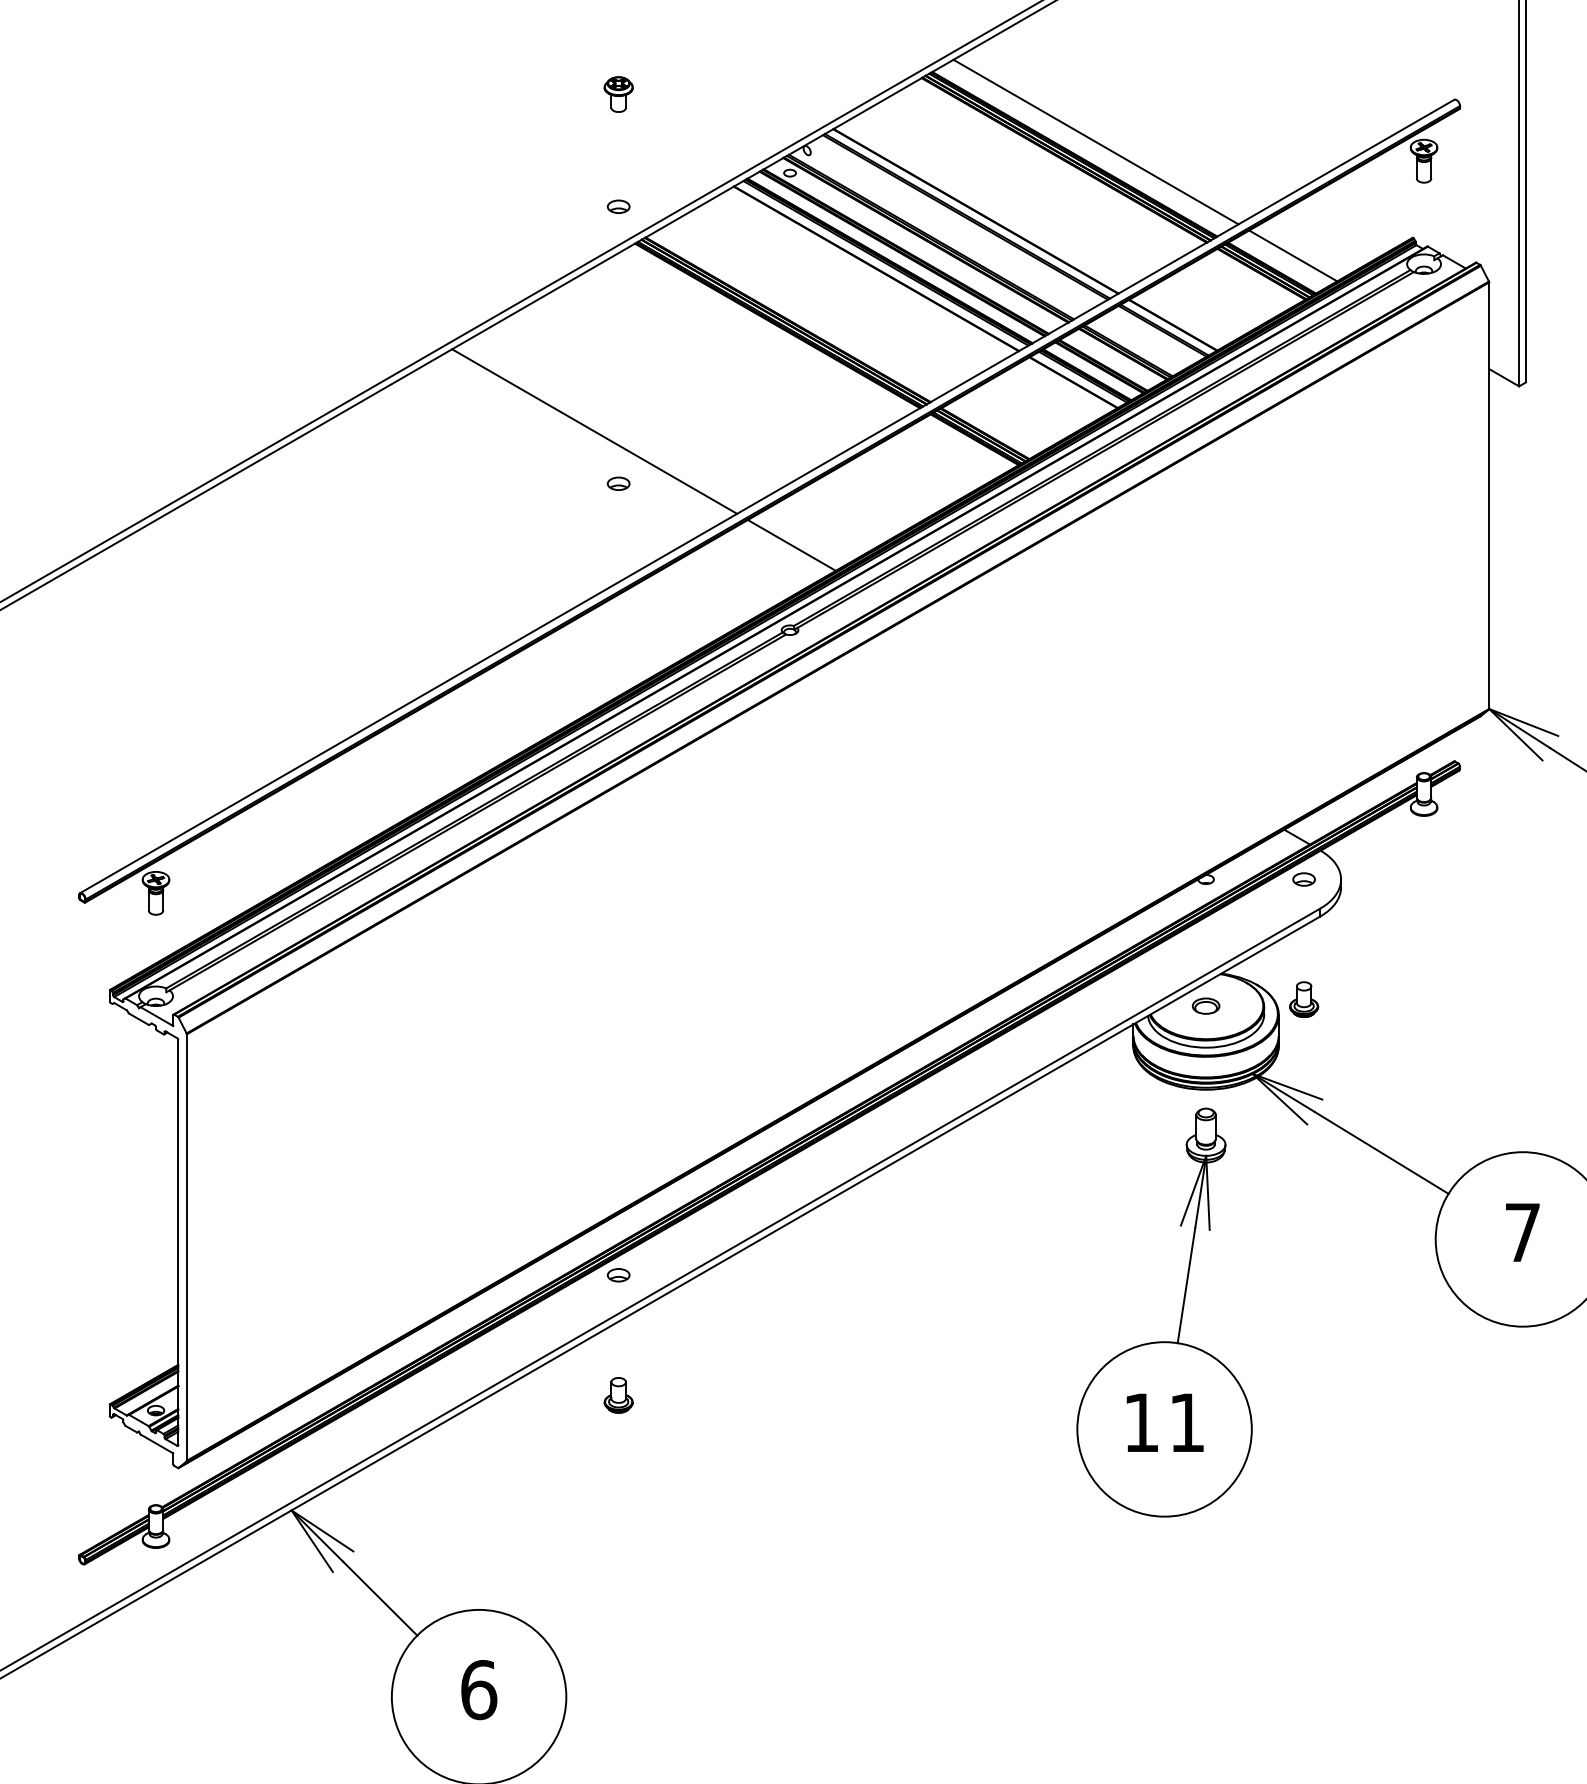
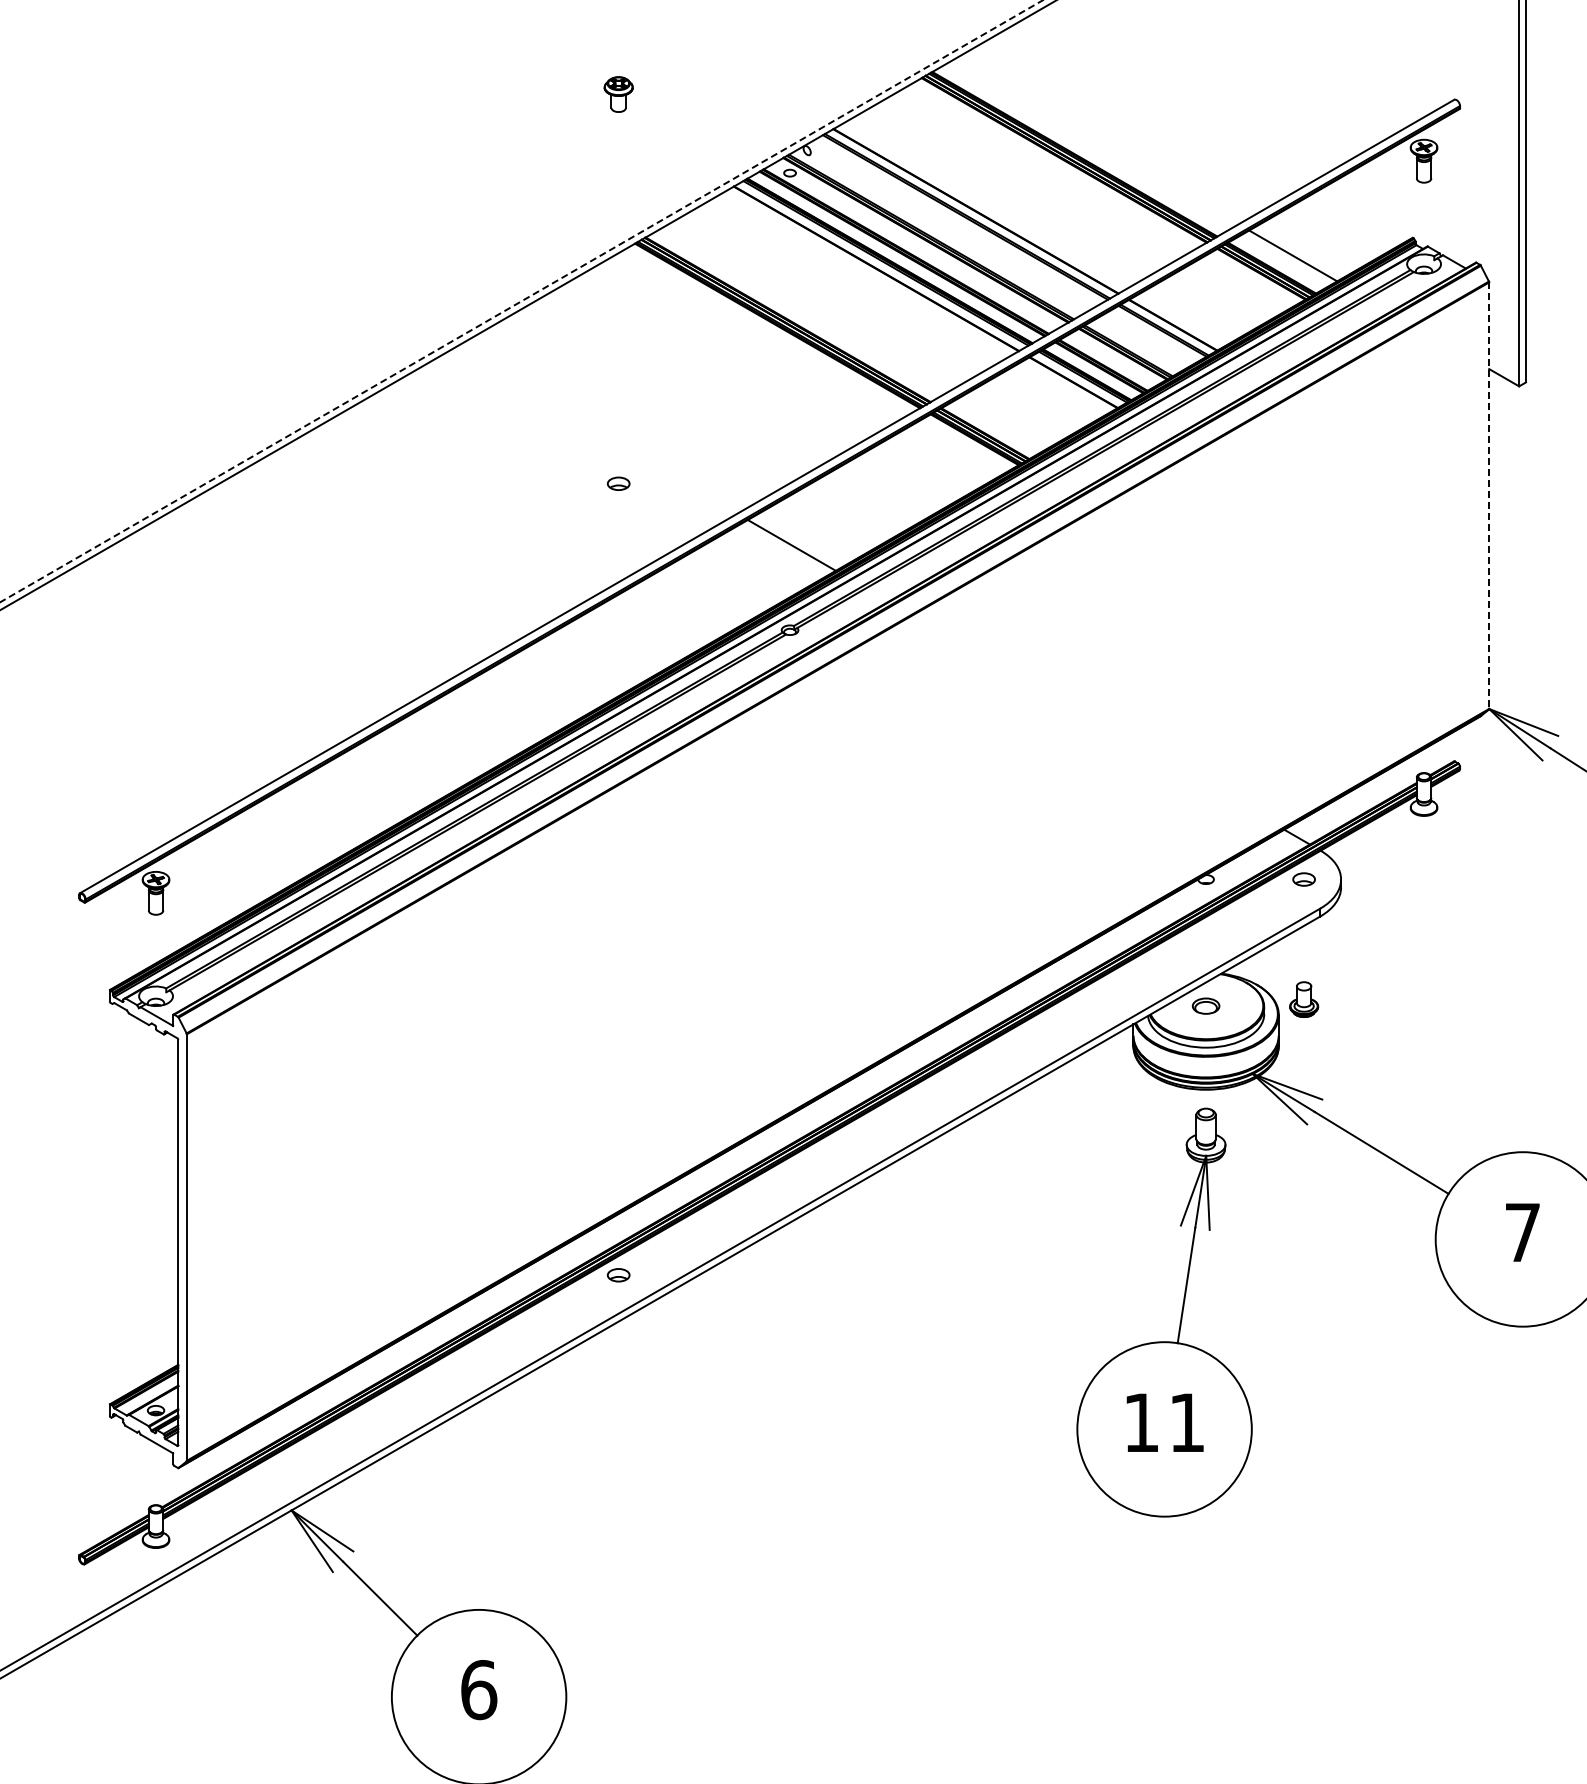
line at (1095, 141): present -> none
part at (618, 206): present -> none
line at (521, 301): solid -> dashed
line at (594, 431): present -> none
line at (1489, 496): solid -> dashed
part at (618, 1395): present -> none
